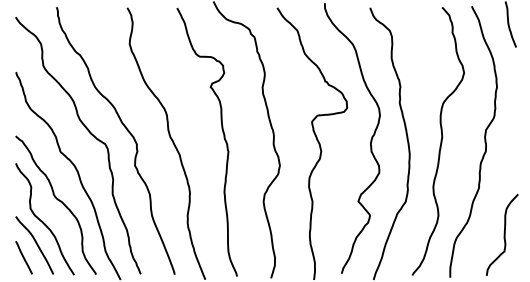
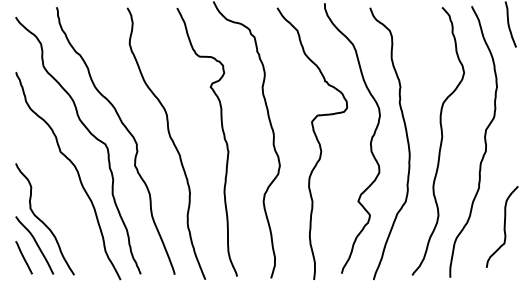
curve at (57, 200): present -> none
curve at (503, 234) position: (503, 234) -> (503, 226)
